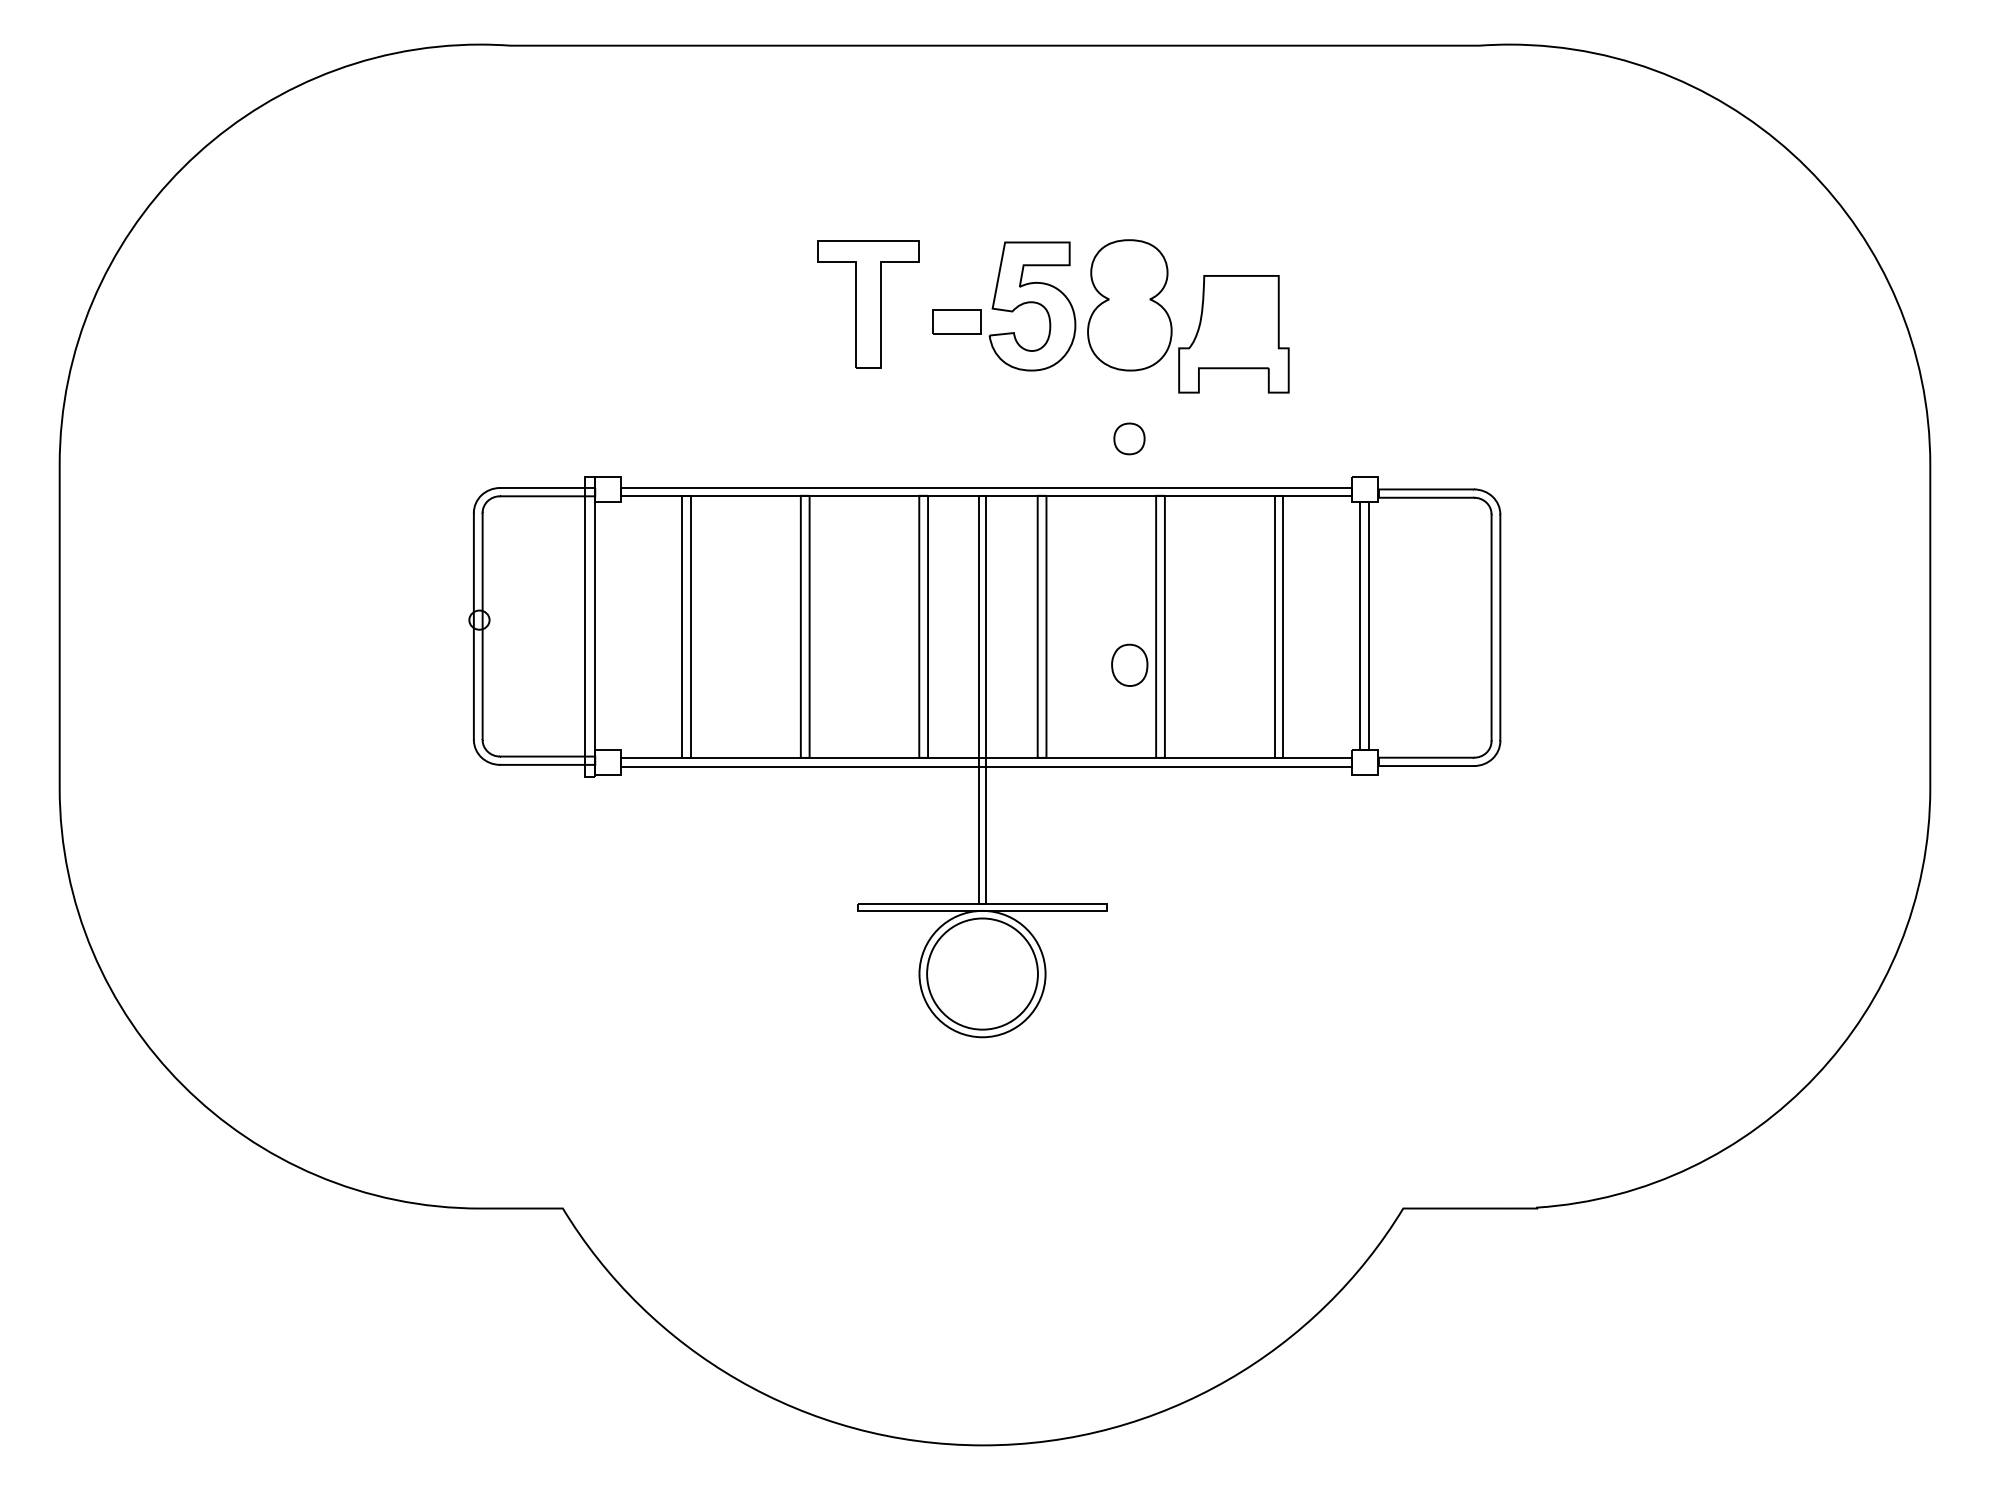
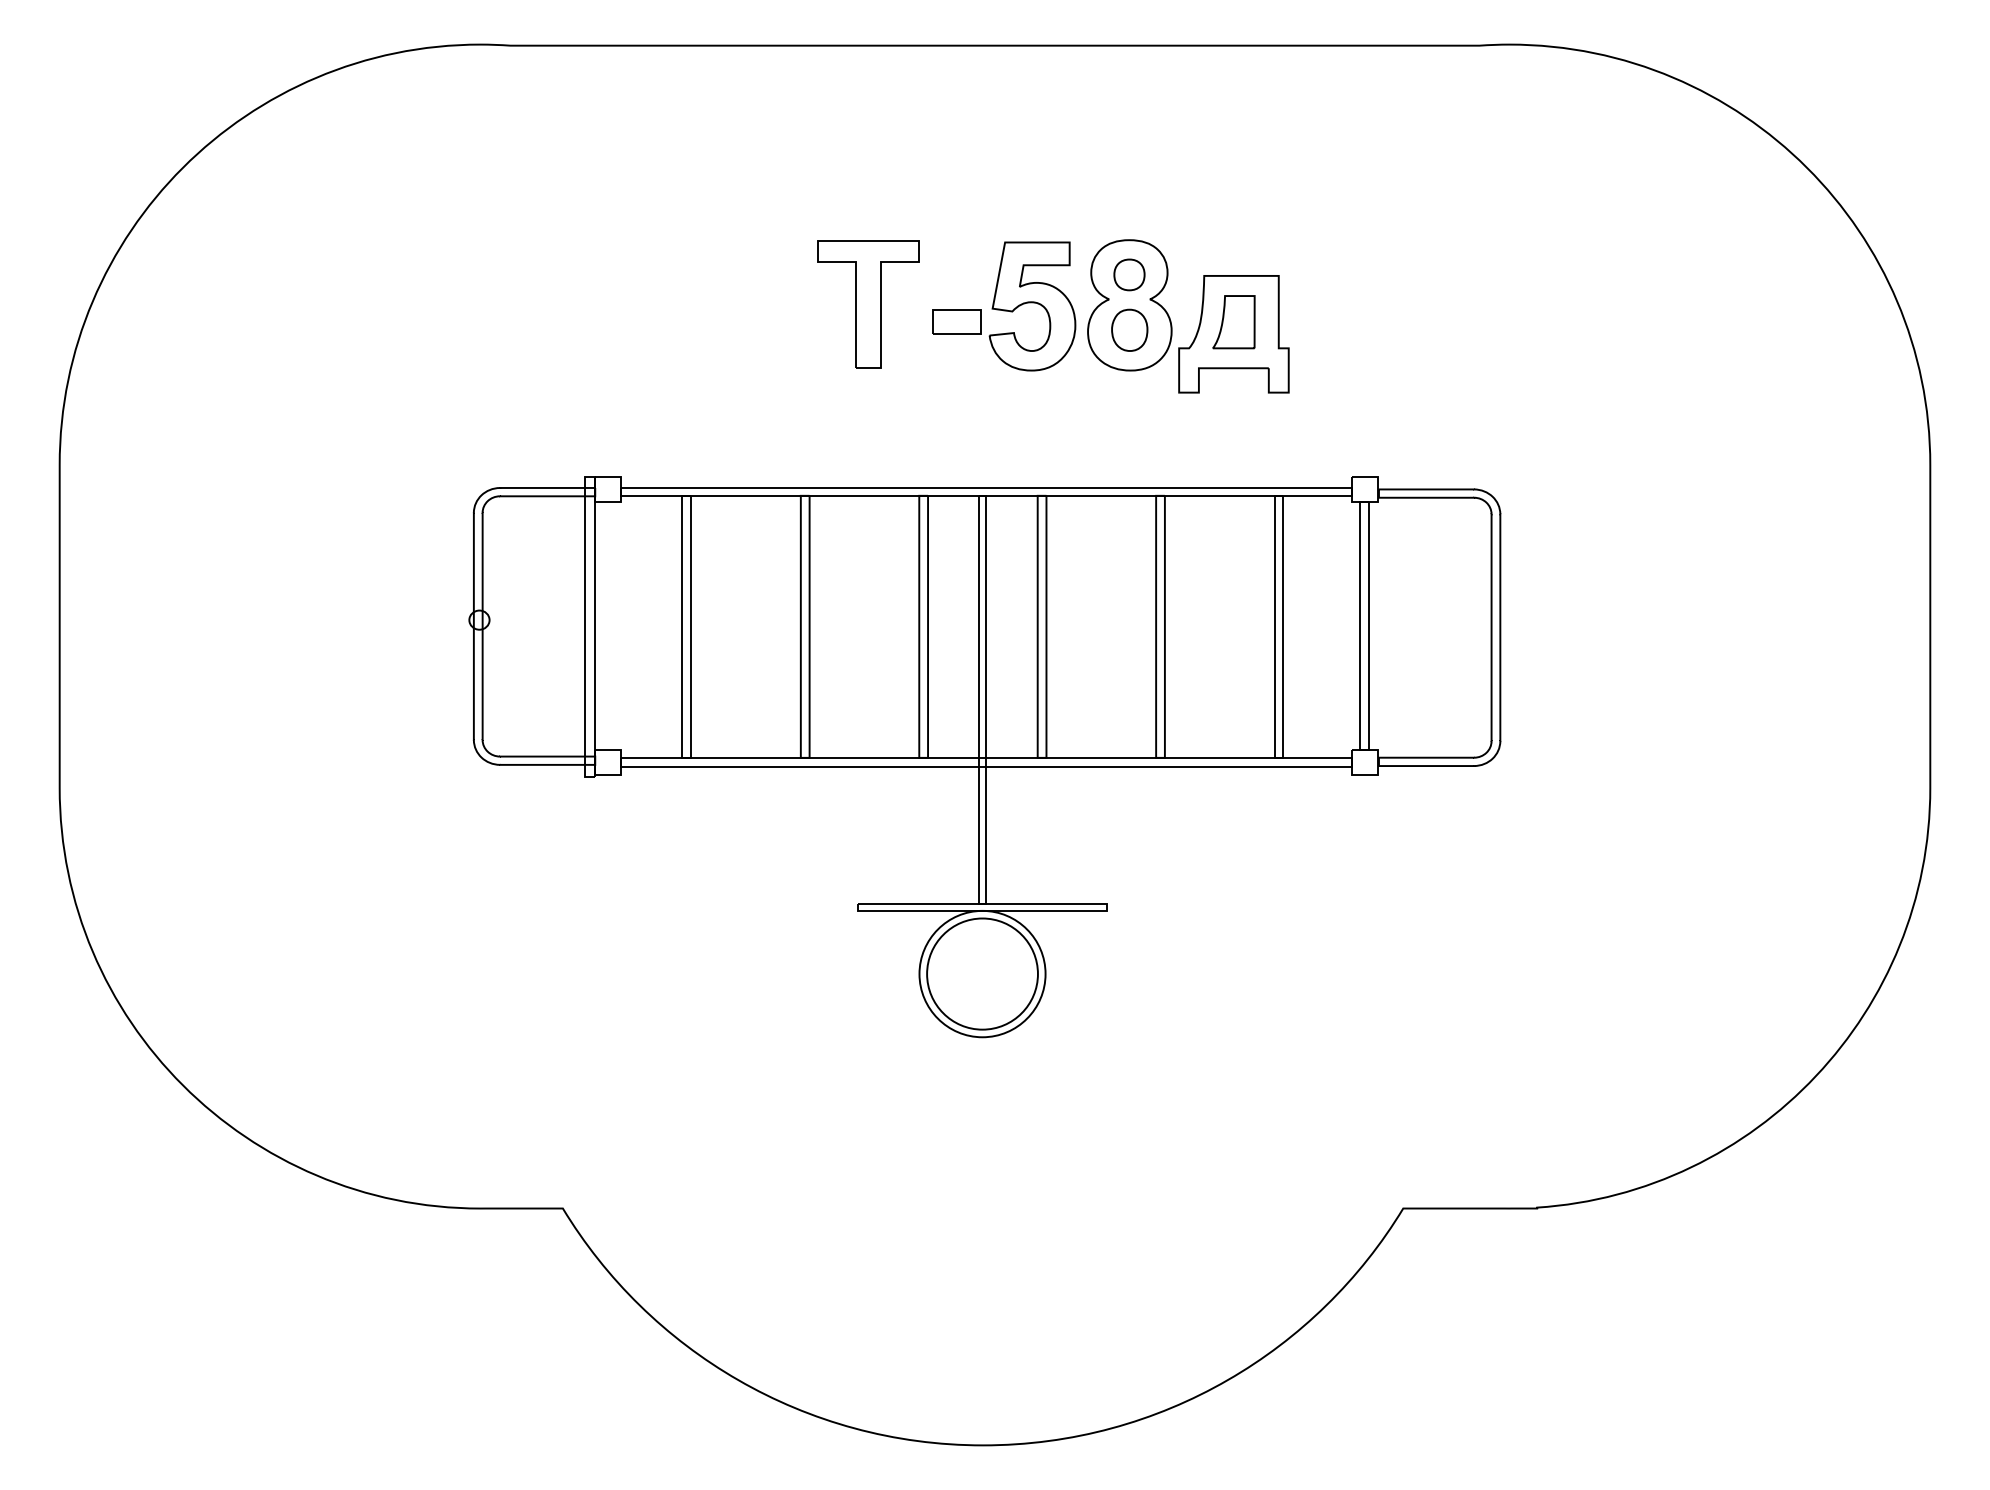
part at (1233, 322): none -> present
part at (1129, 438) position: (1129, 438) -> (1129, 274)
part at (1129, 664) position: (1129, 664) -> (1129, 329)
